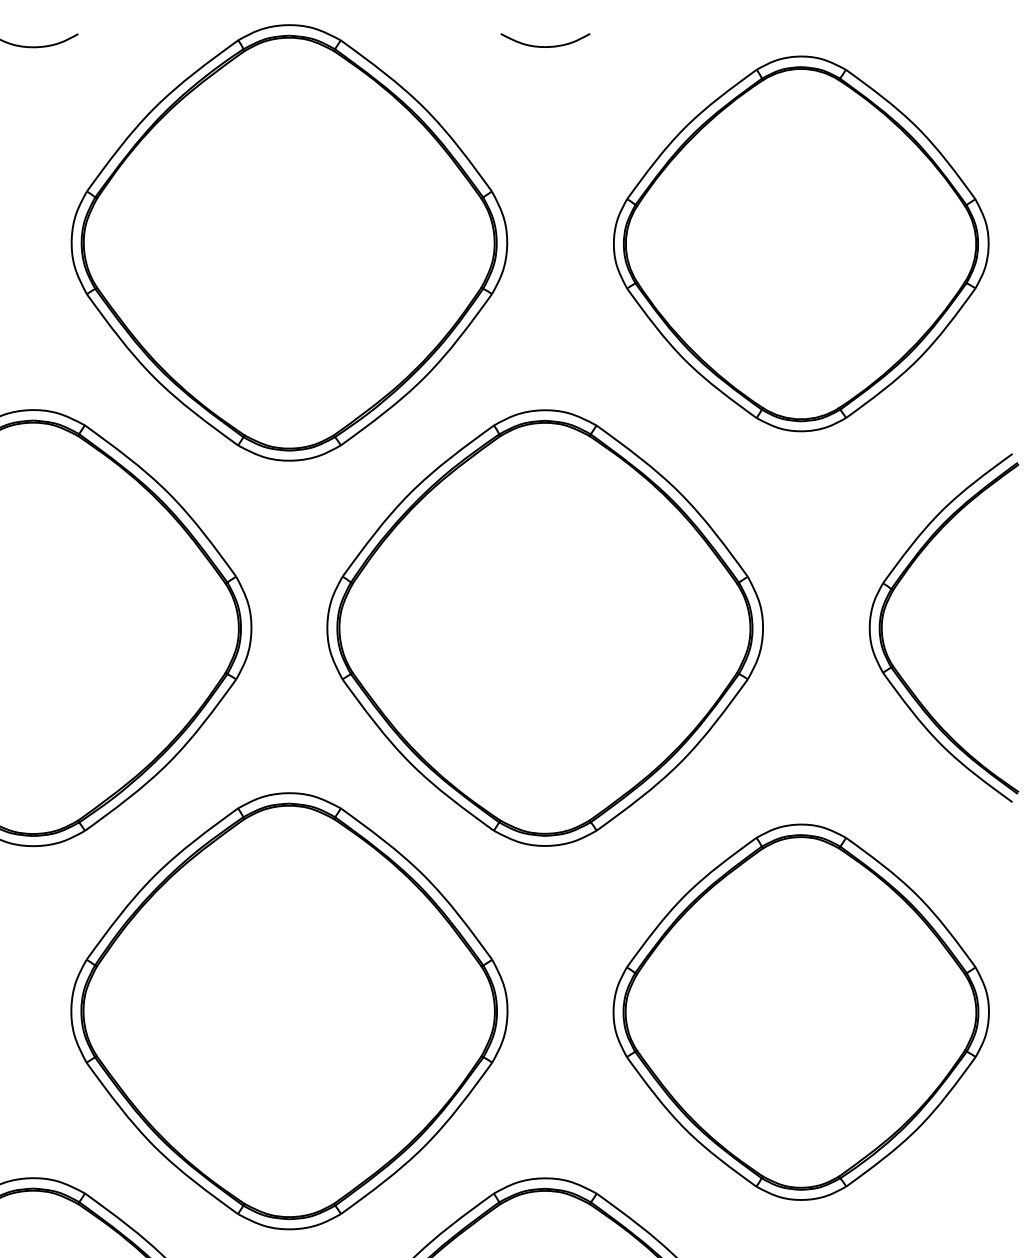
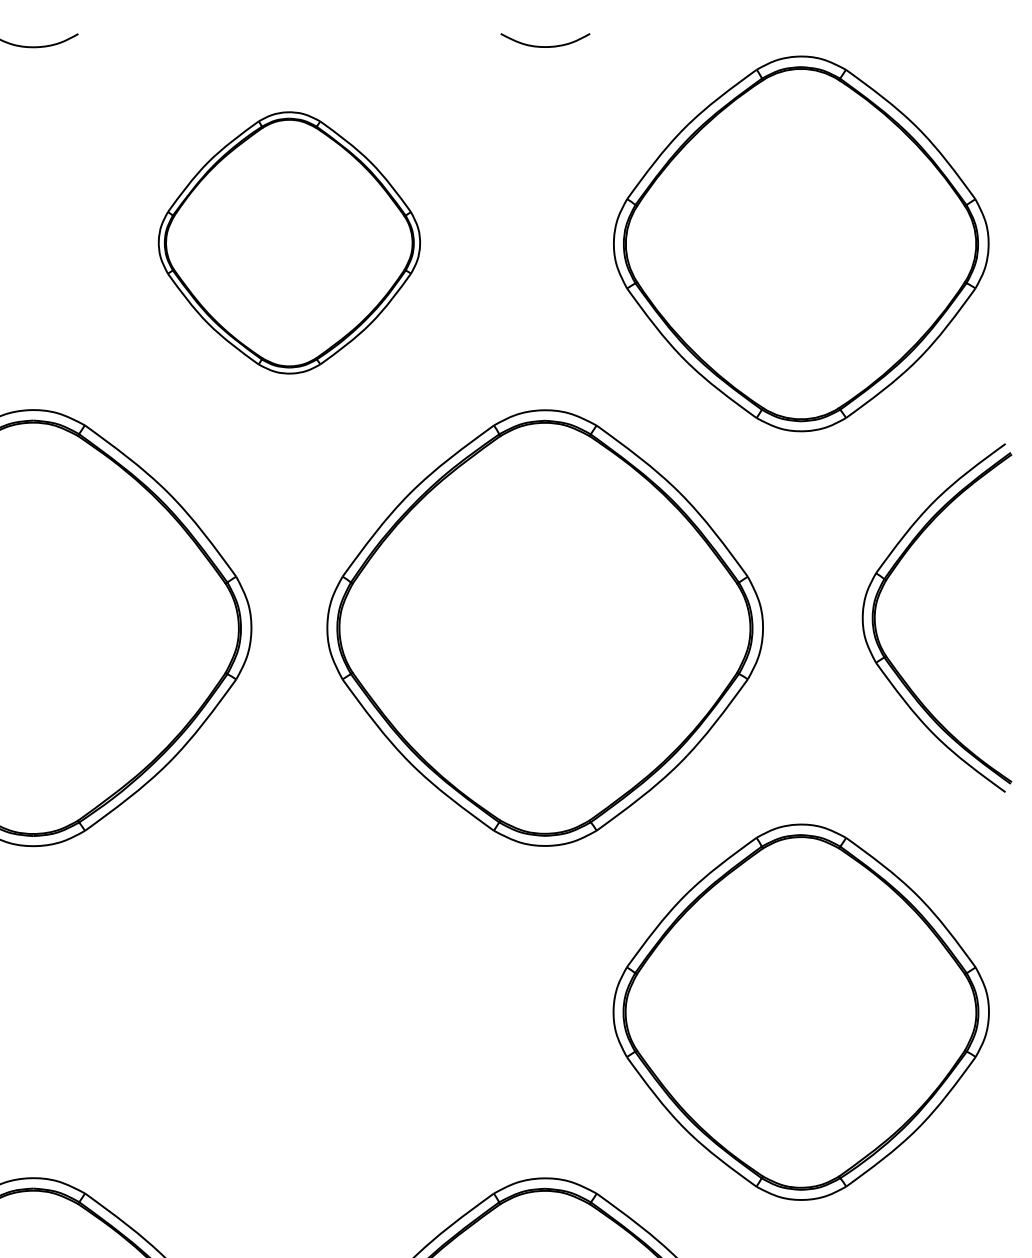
part at (289, 242) size: 439x438 px -> 265x264 px
part at (886, 607) position: (886, 607) -> (879, 597)
part at (289, 1011): present -> none
